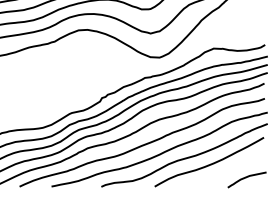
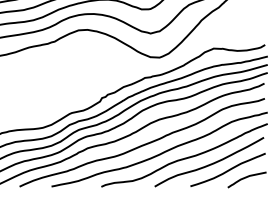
curve at (228, 169): none -> present
